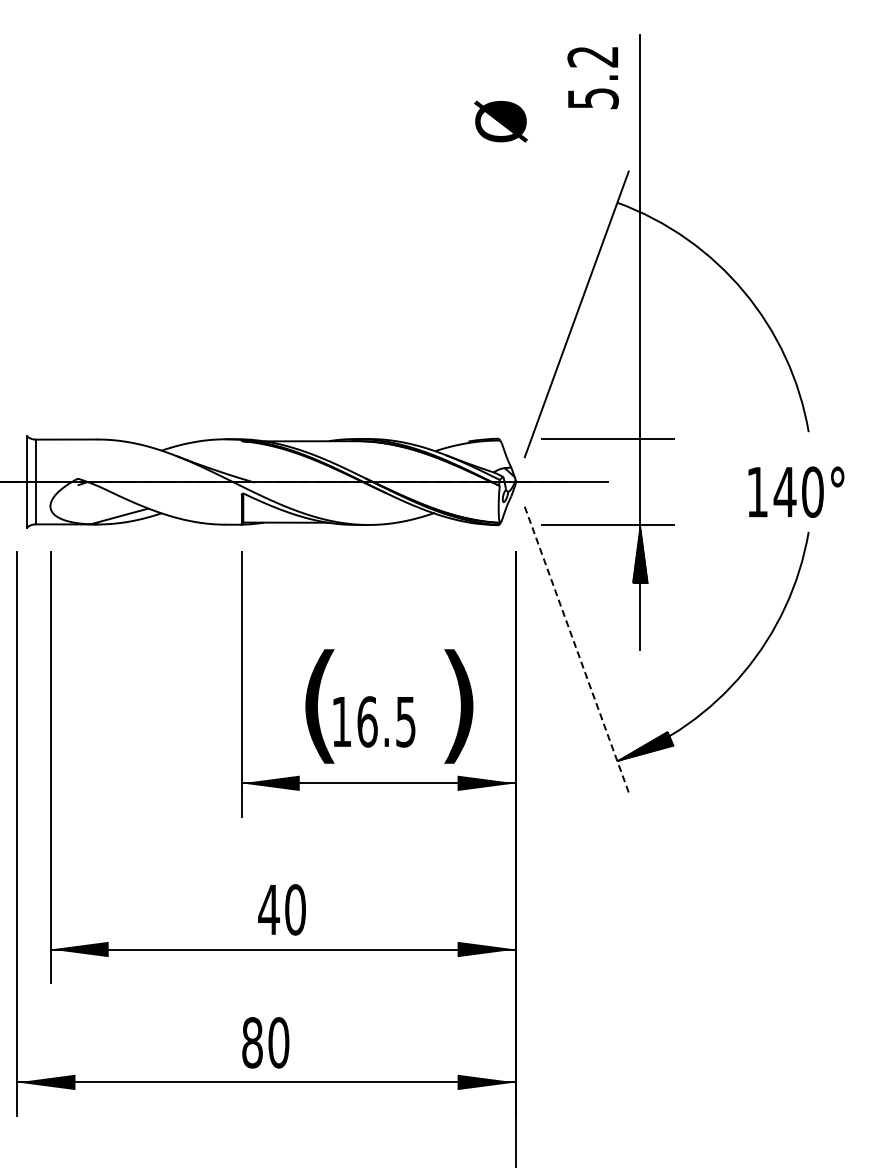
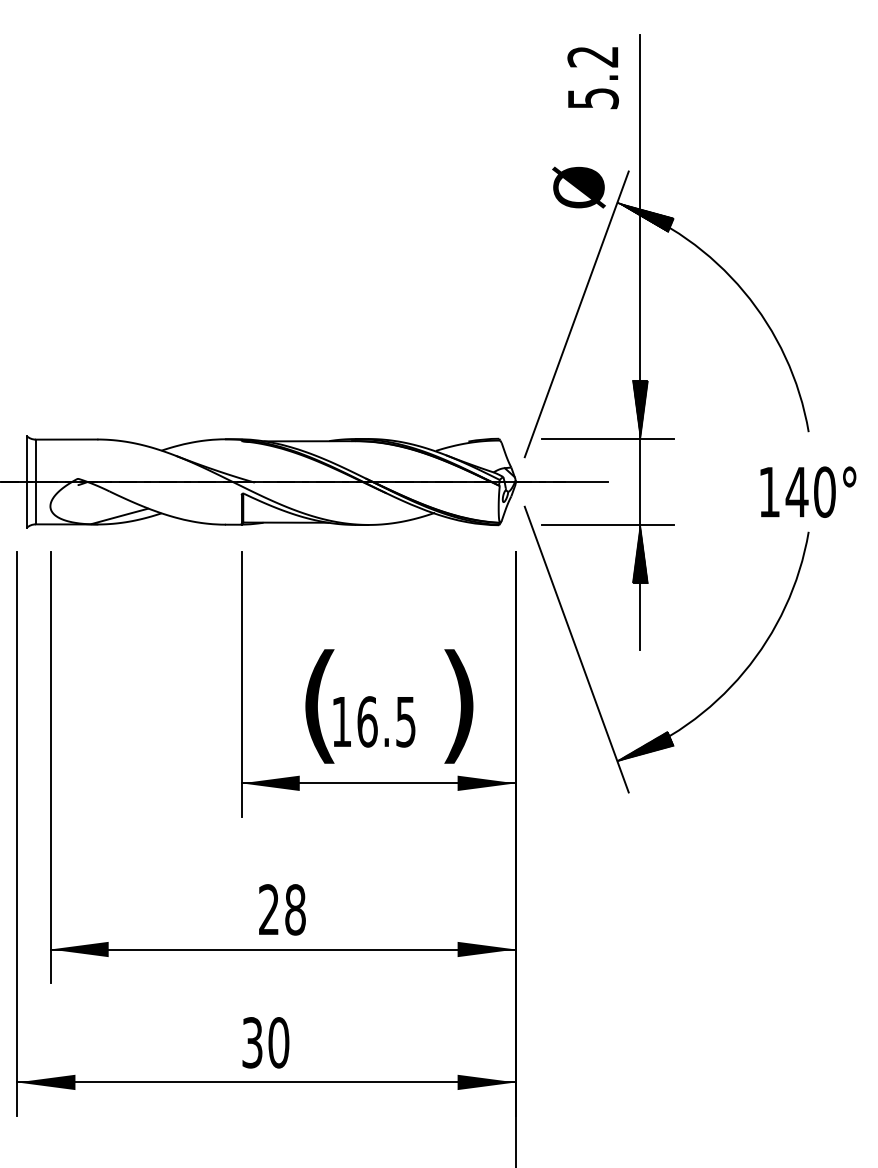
text at (500, 121) position: (500, 121) -> (578, 187)
hatch at (645, 217): none -> present
hatch at (640, 409): none -> present
text at (796, 491) position: (796, 491) -> (808, 491)
line at (576, 650): dashed -> solid
text at (281, 909): 40 -> 28
text at (252, 1042): 80 -> 30
